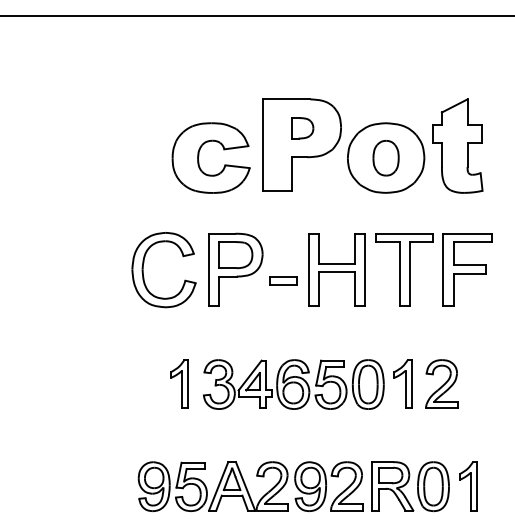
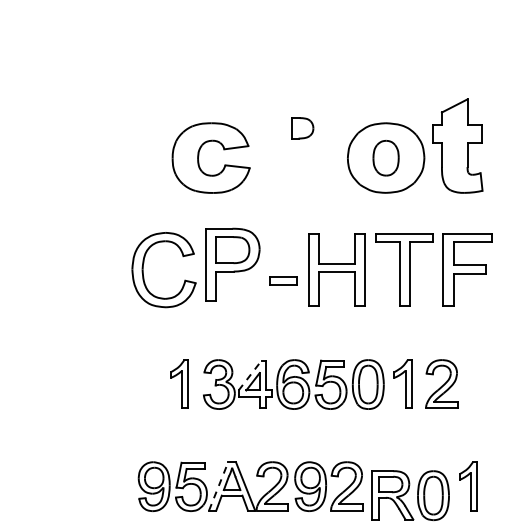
line at (256, 15): present -> none
part at (301, 144): present -> none
part at (235, 269) position: (235, 269) -> (232, 264)
line at (250, 375): solid -> dashed
line at (218, 485): solid -> dashed
part at (410, 486) position: (410, 486) -> (410, 495)
